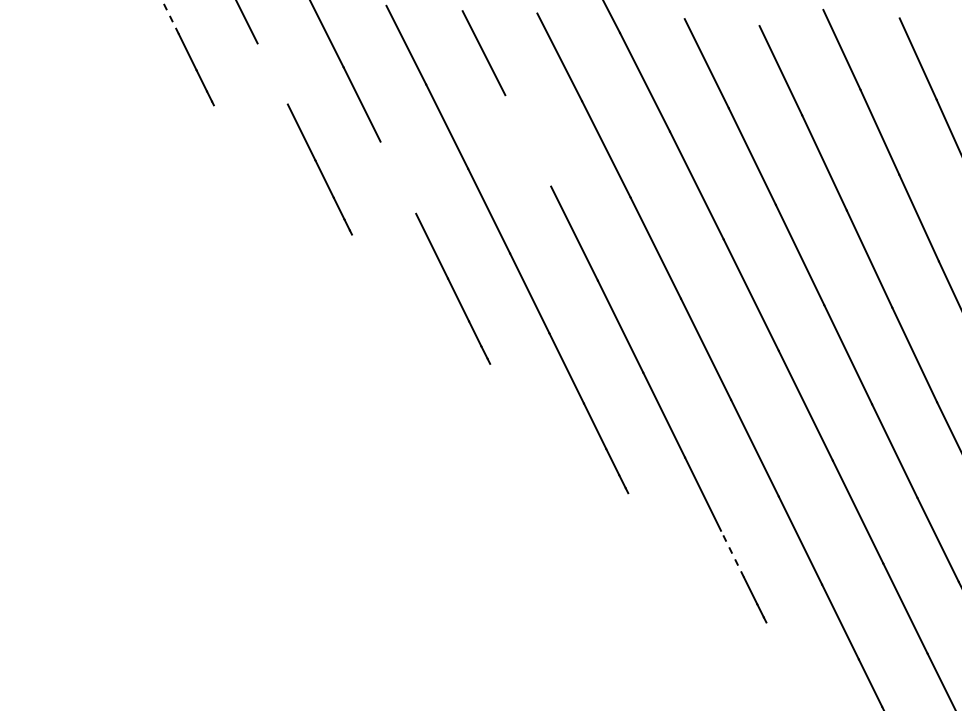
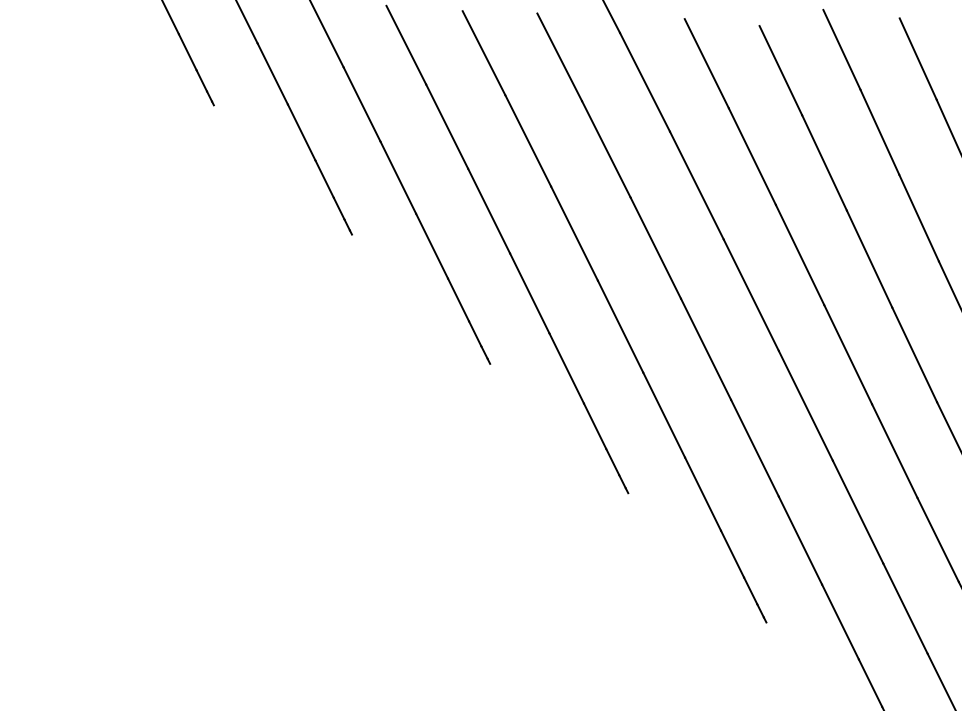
line at (170, 17): dashed -> solid
line at (272, 73): none -> present
line at (528, 140): none -> present
line at (398, 177): none -> present
line at (732, 553): dashed -> solid
